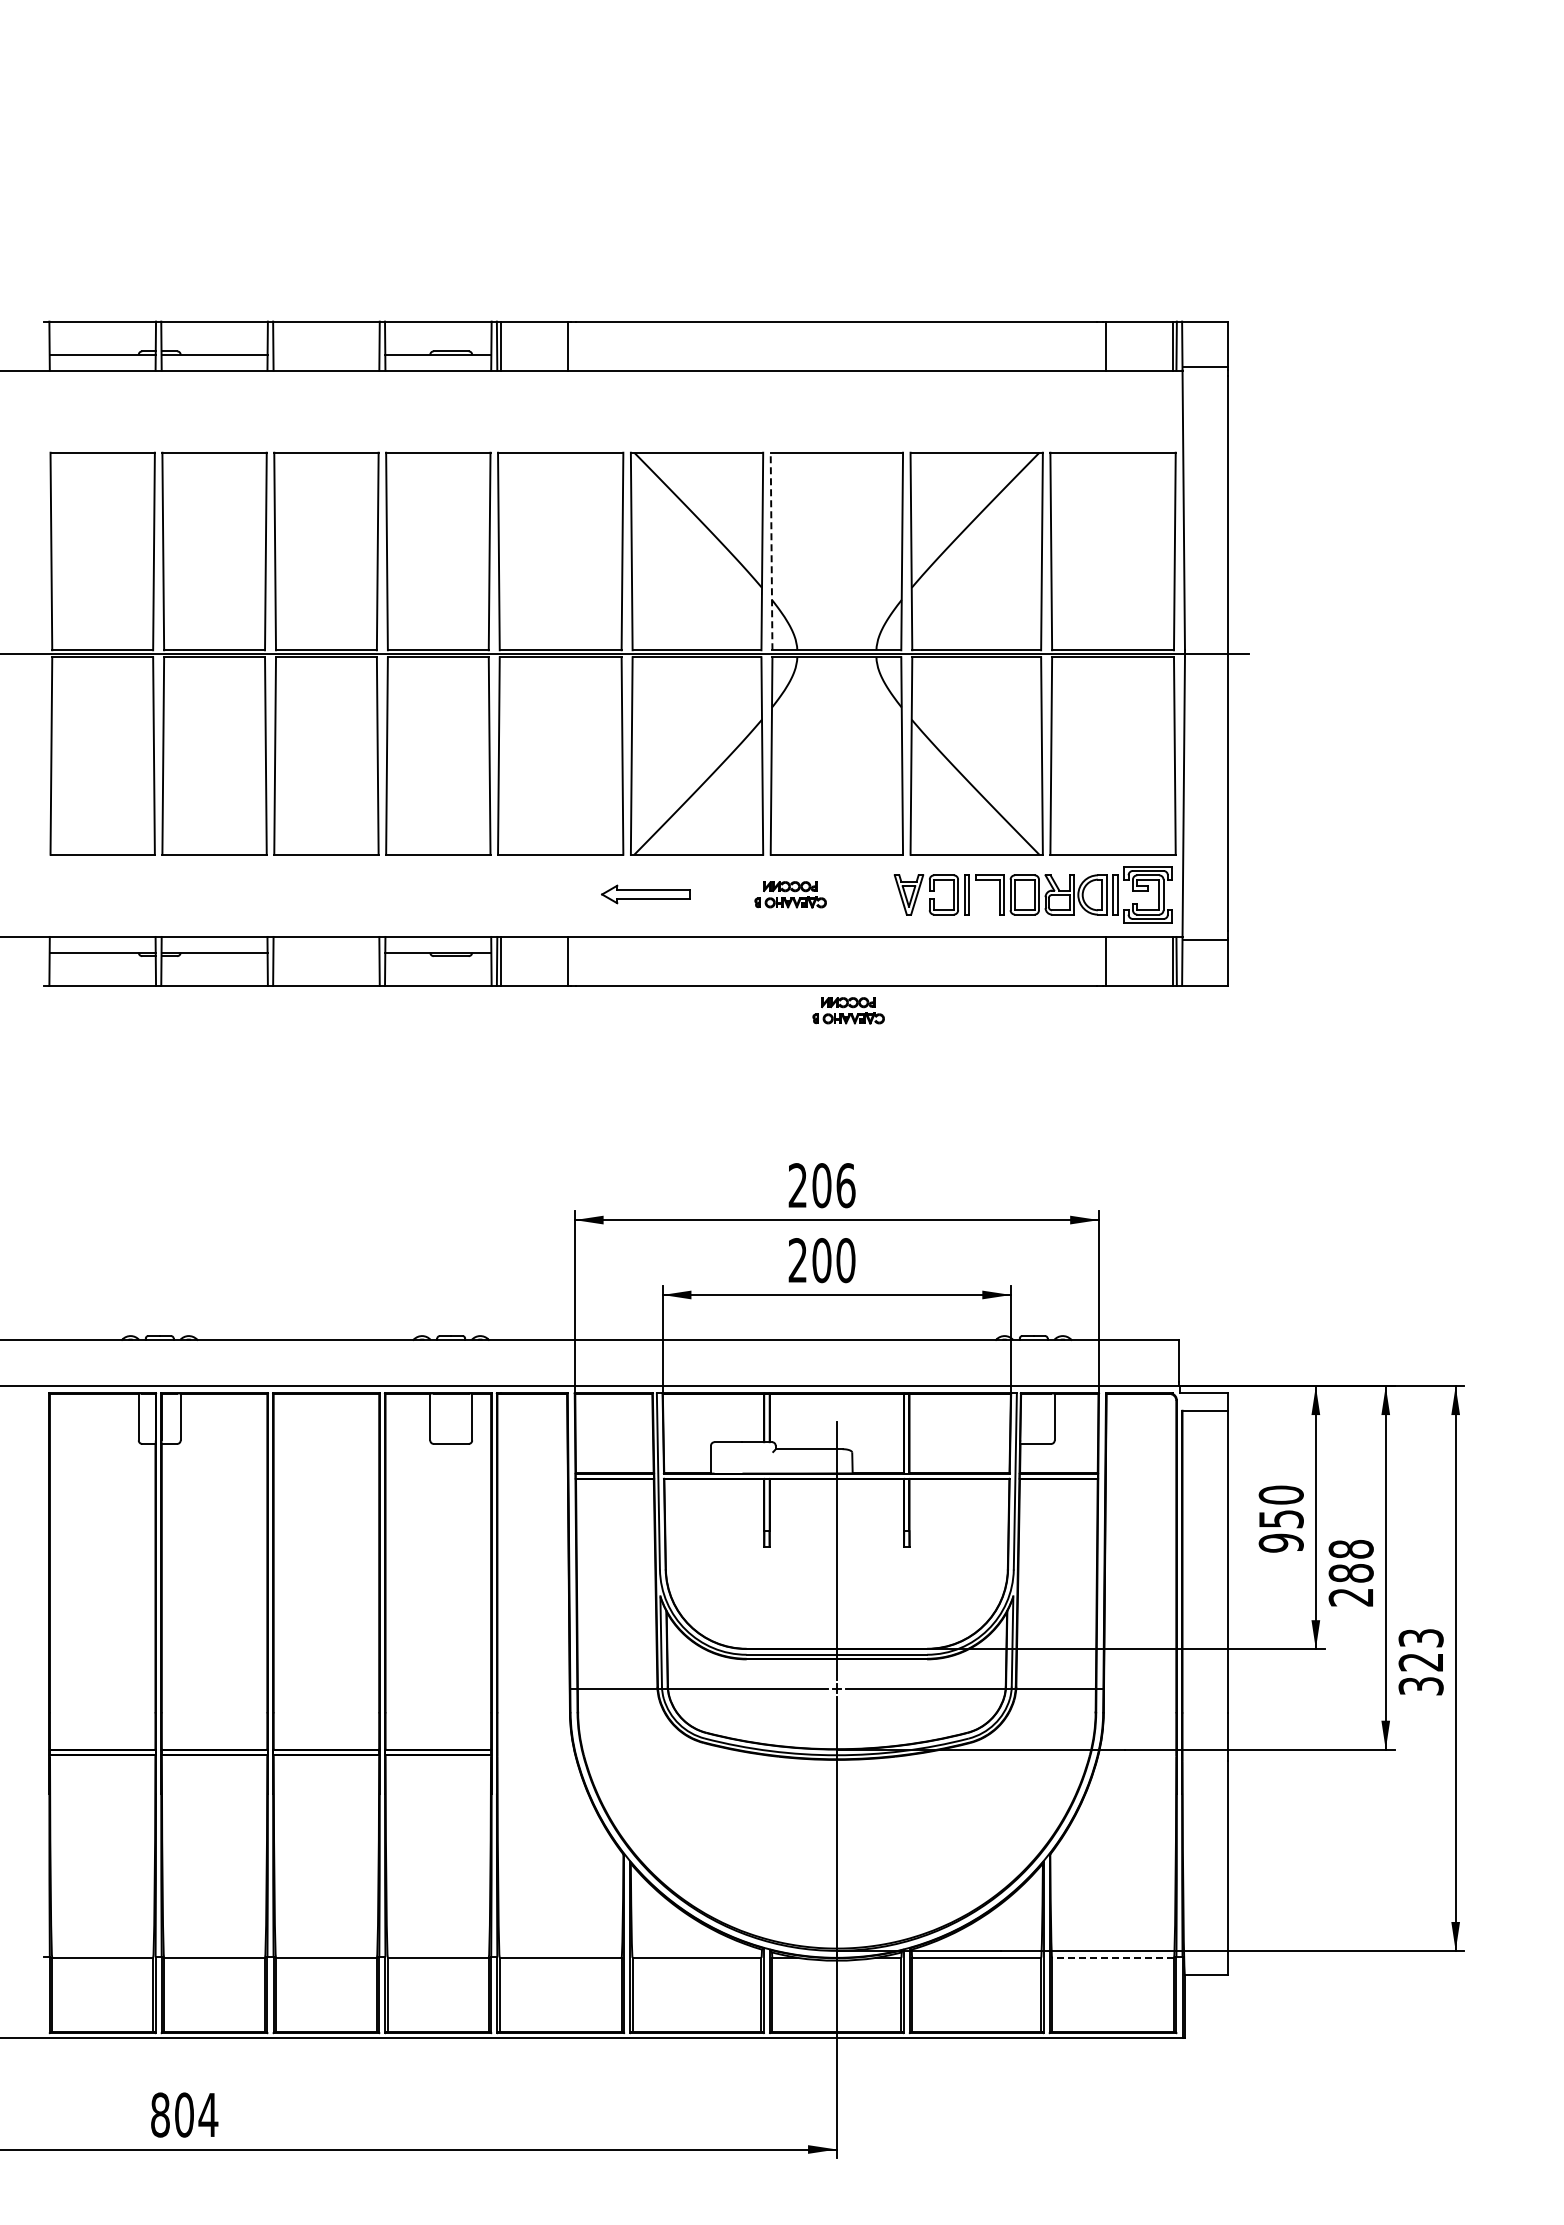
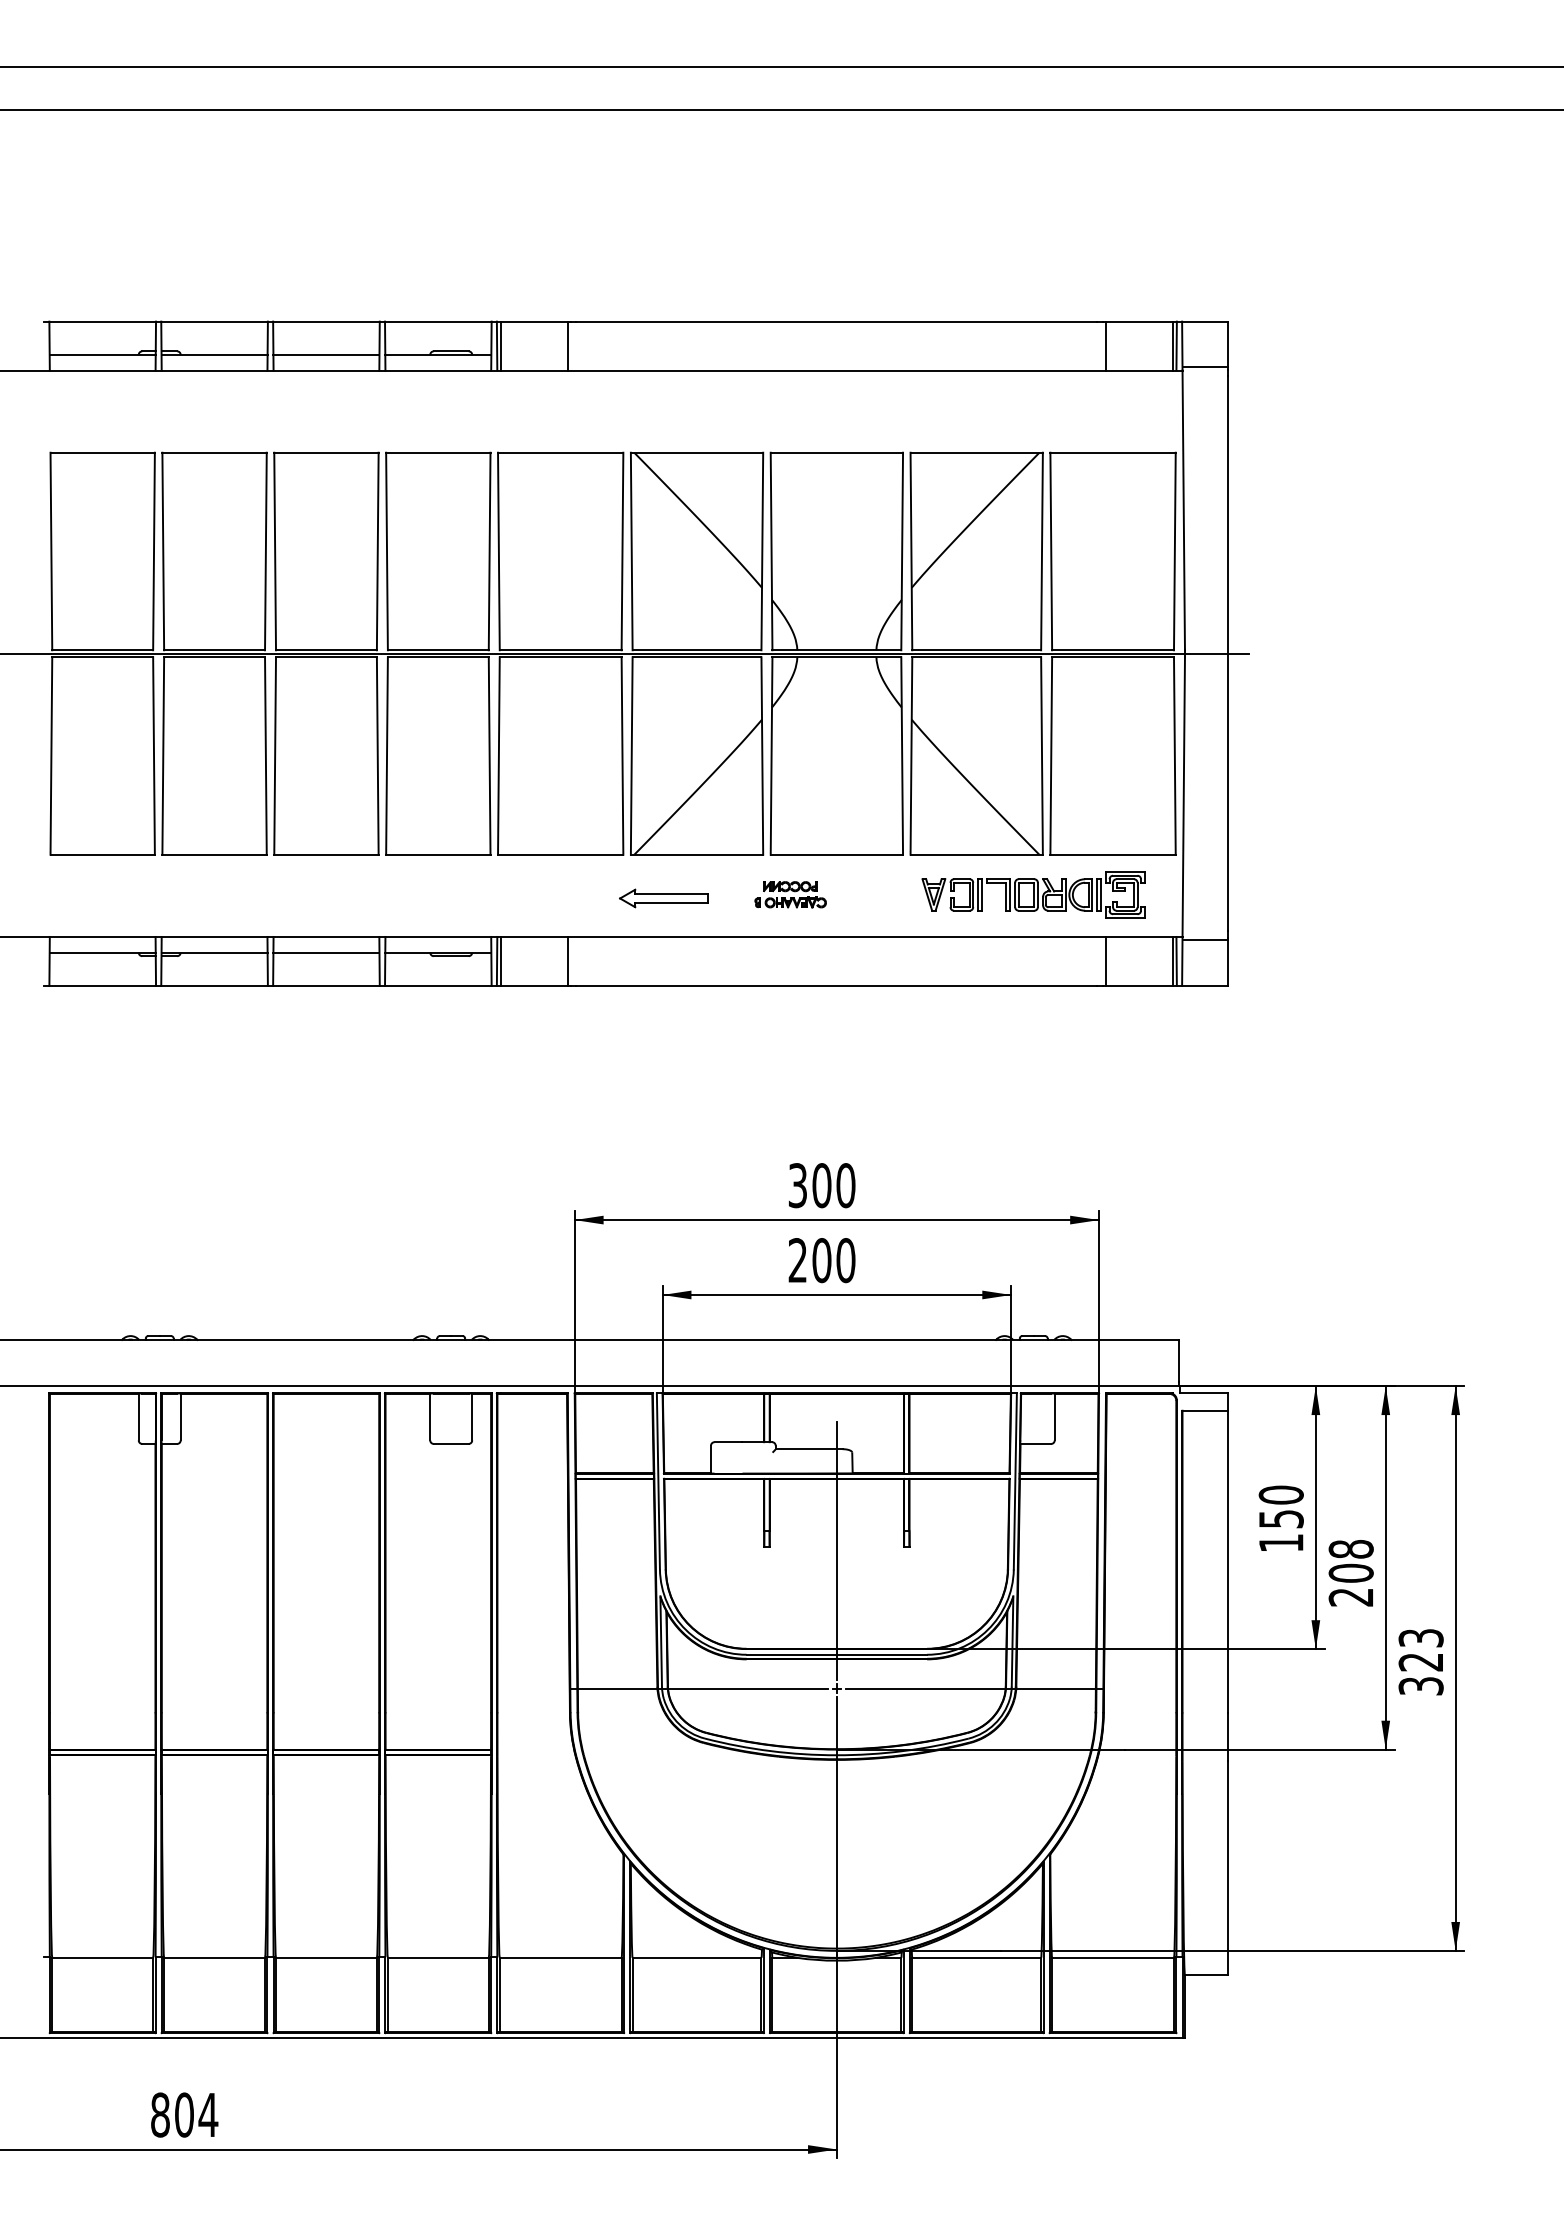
line at (781, 66): none -> present
line at (781, 110): none -> present
line at (326, 354): none -> present
line at (771, 551): dashed -> solid
part at (645, 894) position: (645, 894) -> (663, 898)
part at (1032, 894) size: 280x58 px -> 225x48 px
line at (326, 952): none -> present
part at (848, 1010): present -> none
text at (821, 1185): 206 -> 300
text at (1280, 1542): 950 -> 150
text at (1350, 1572): 288 -> 208
line at (1113, 1957): dashed -> solid
